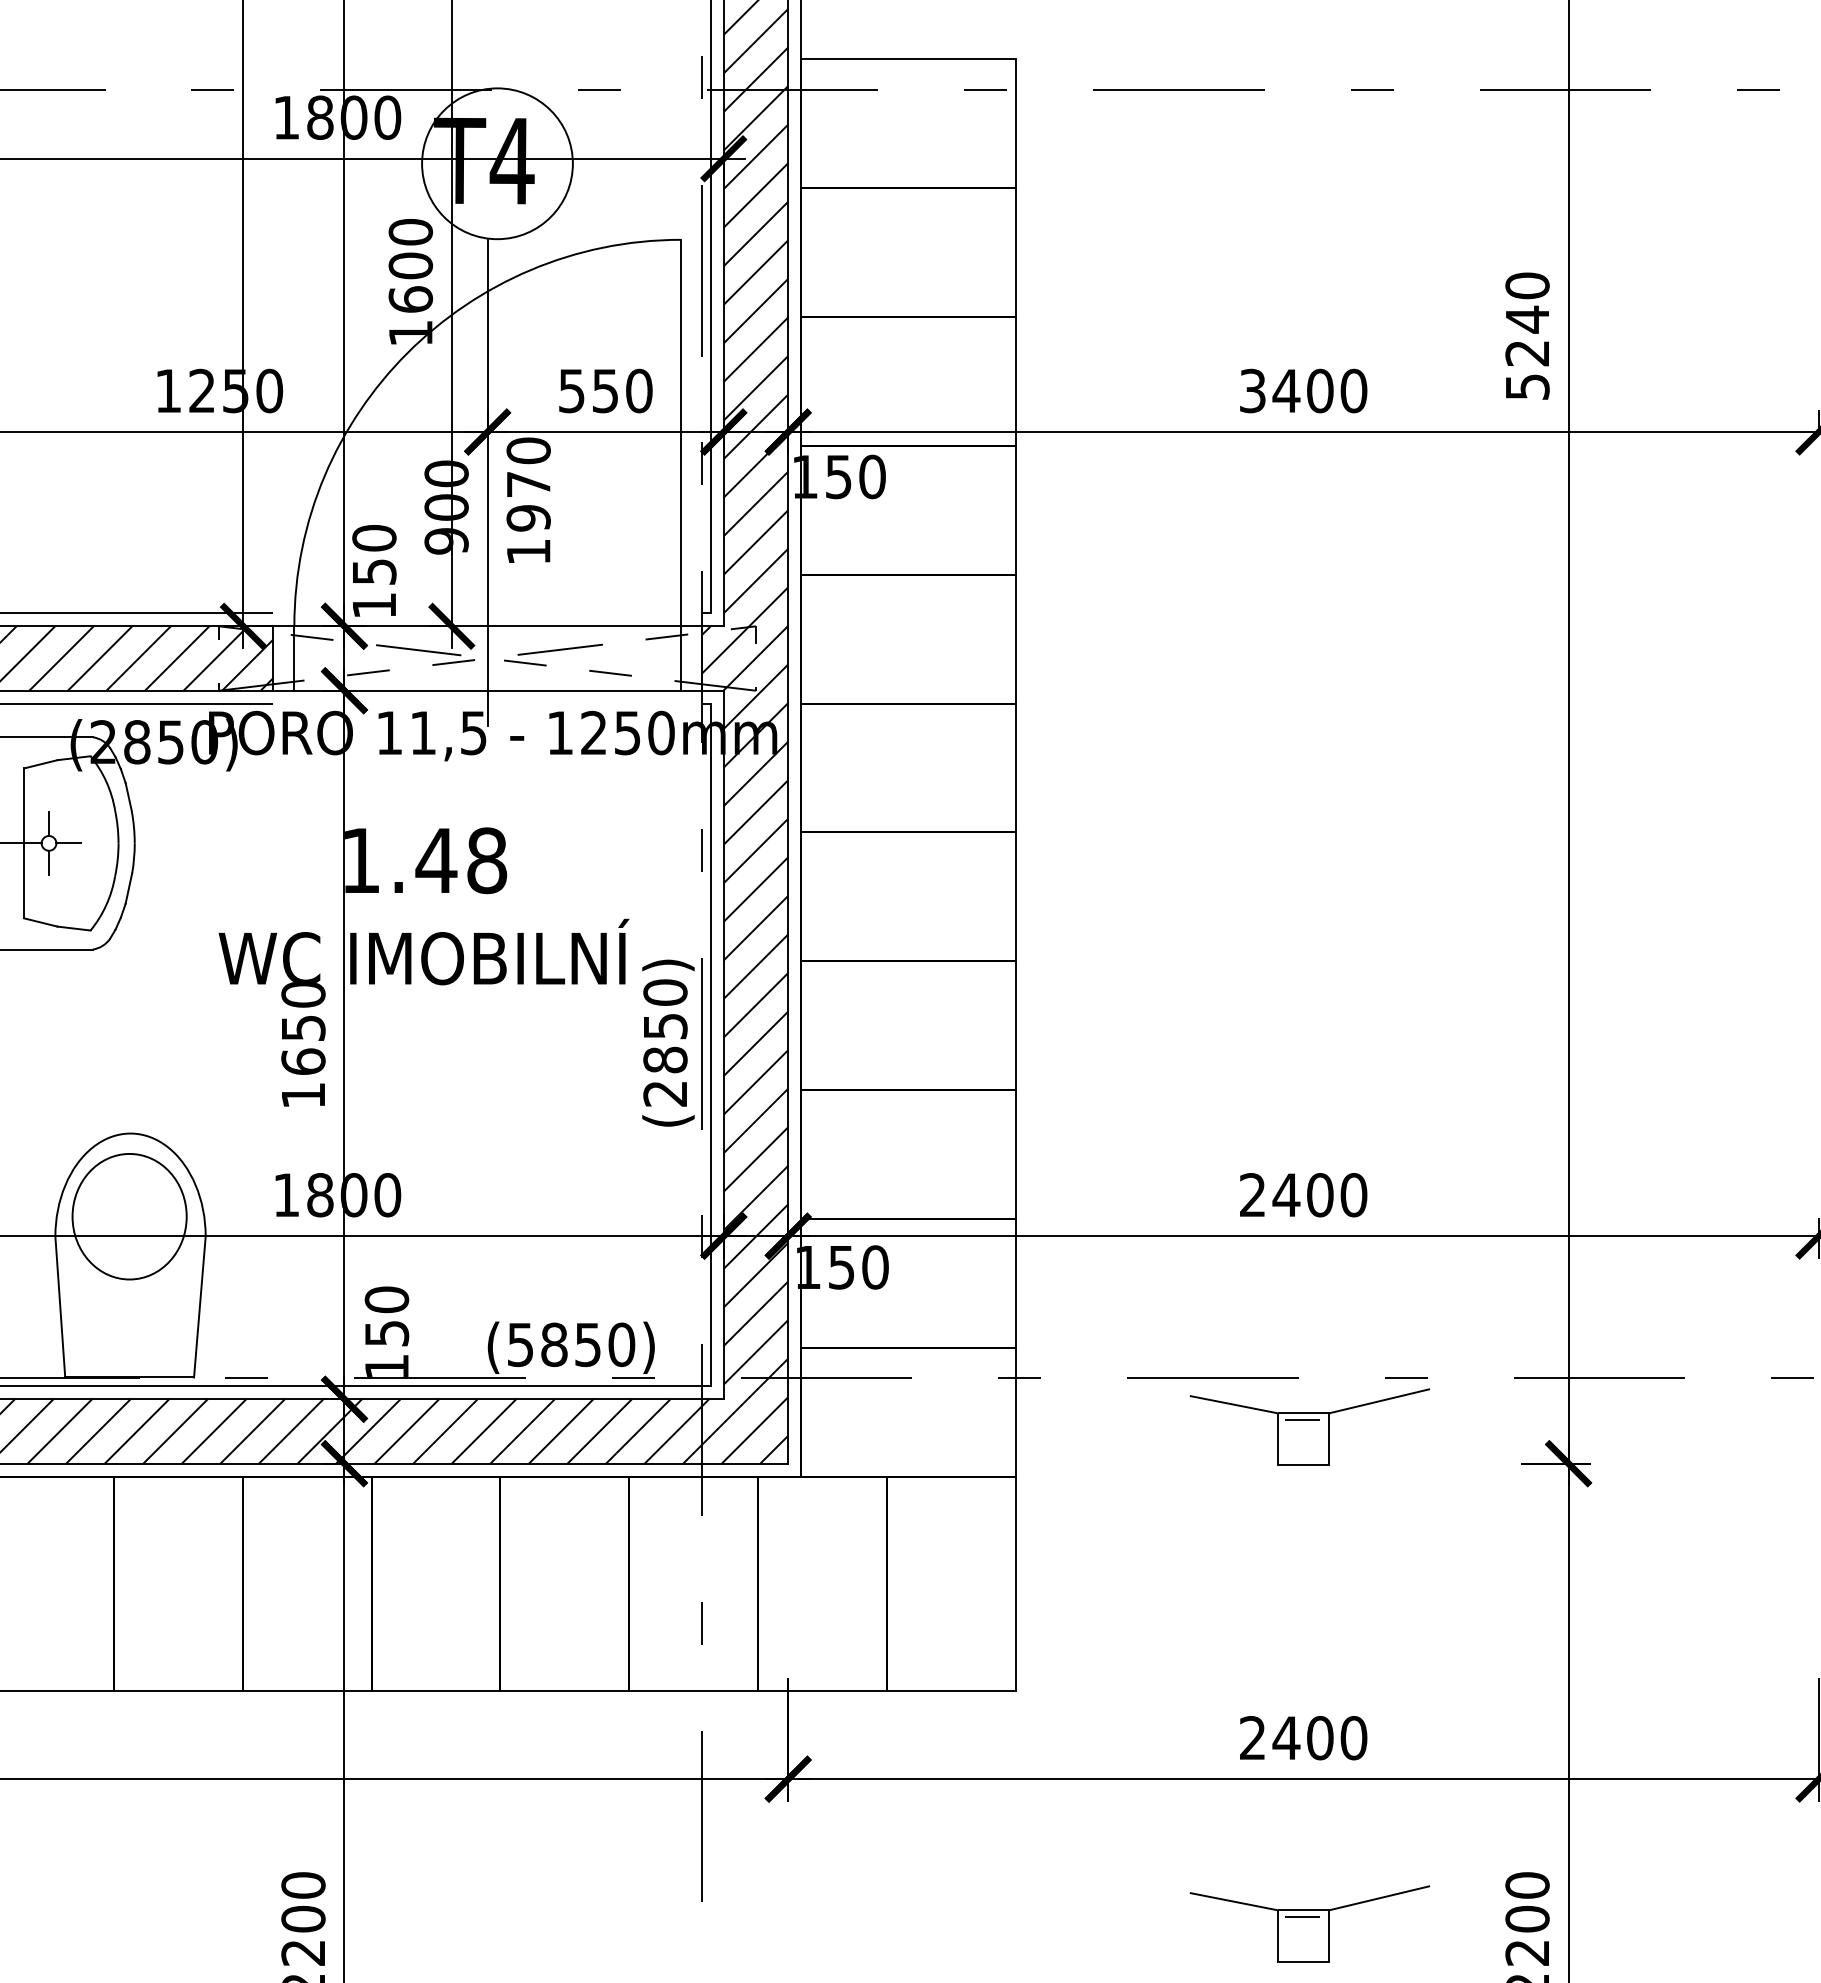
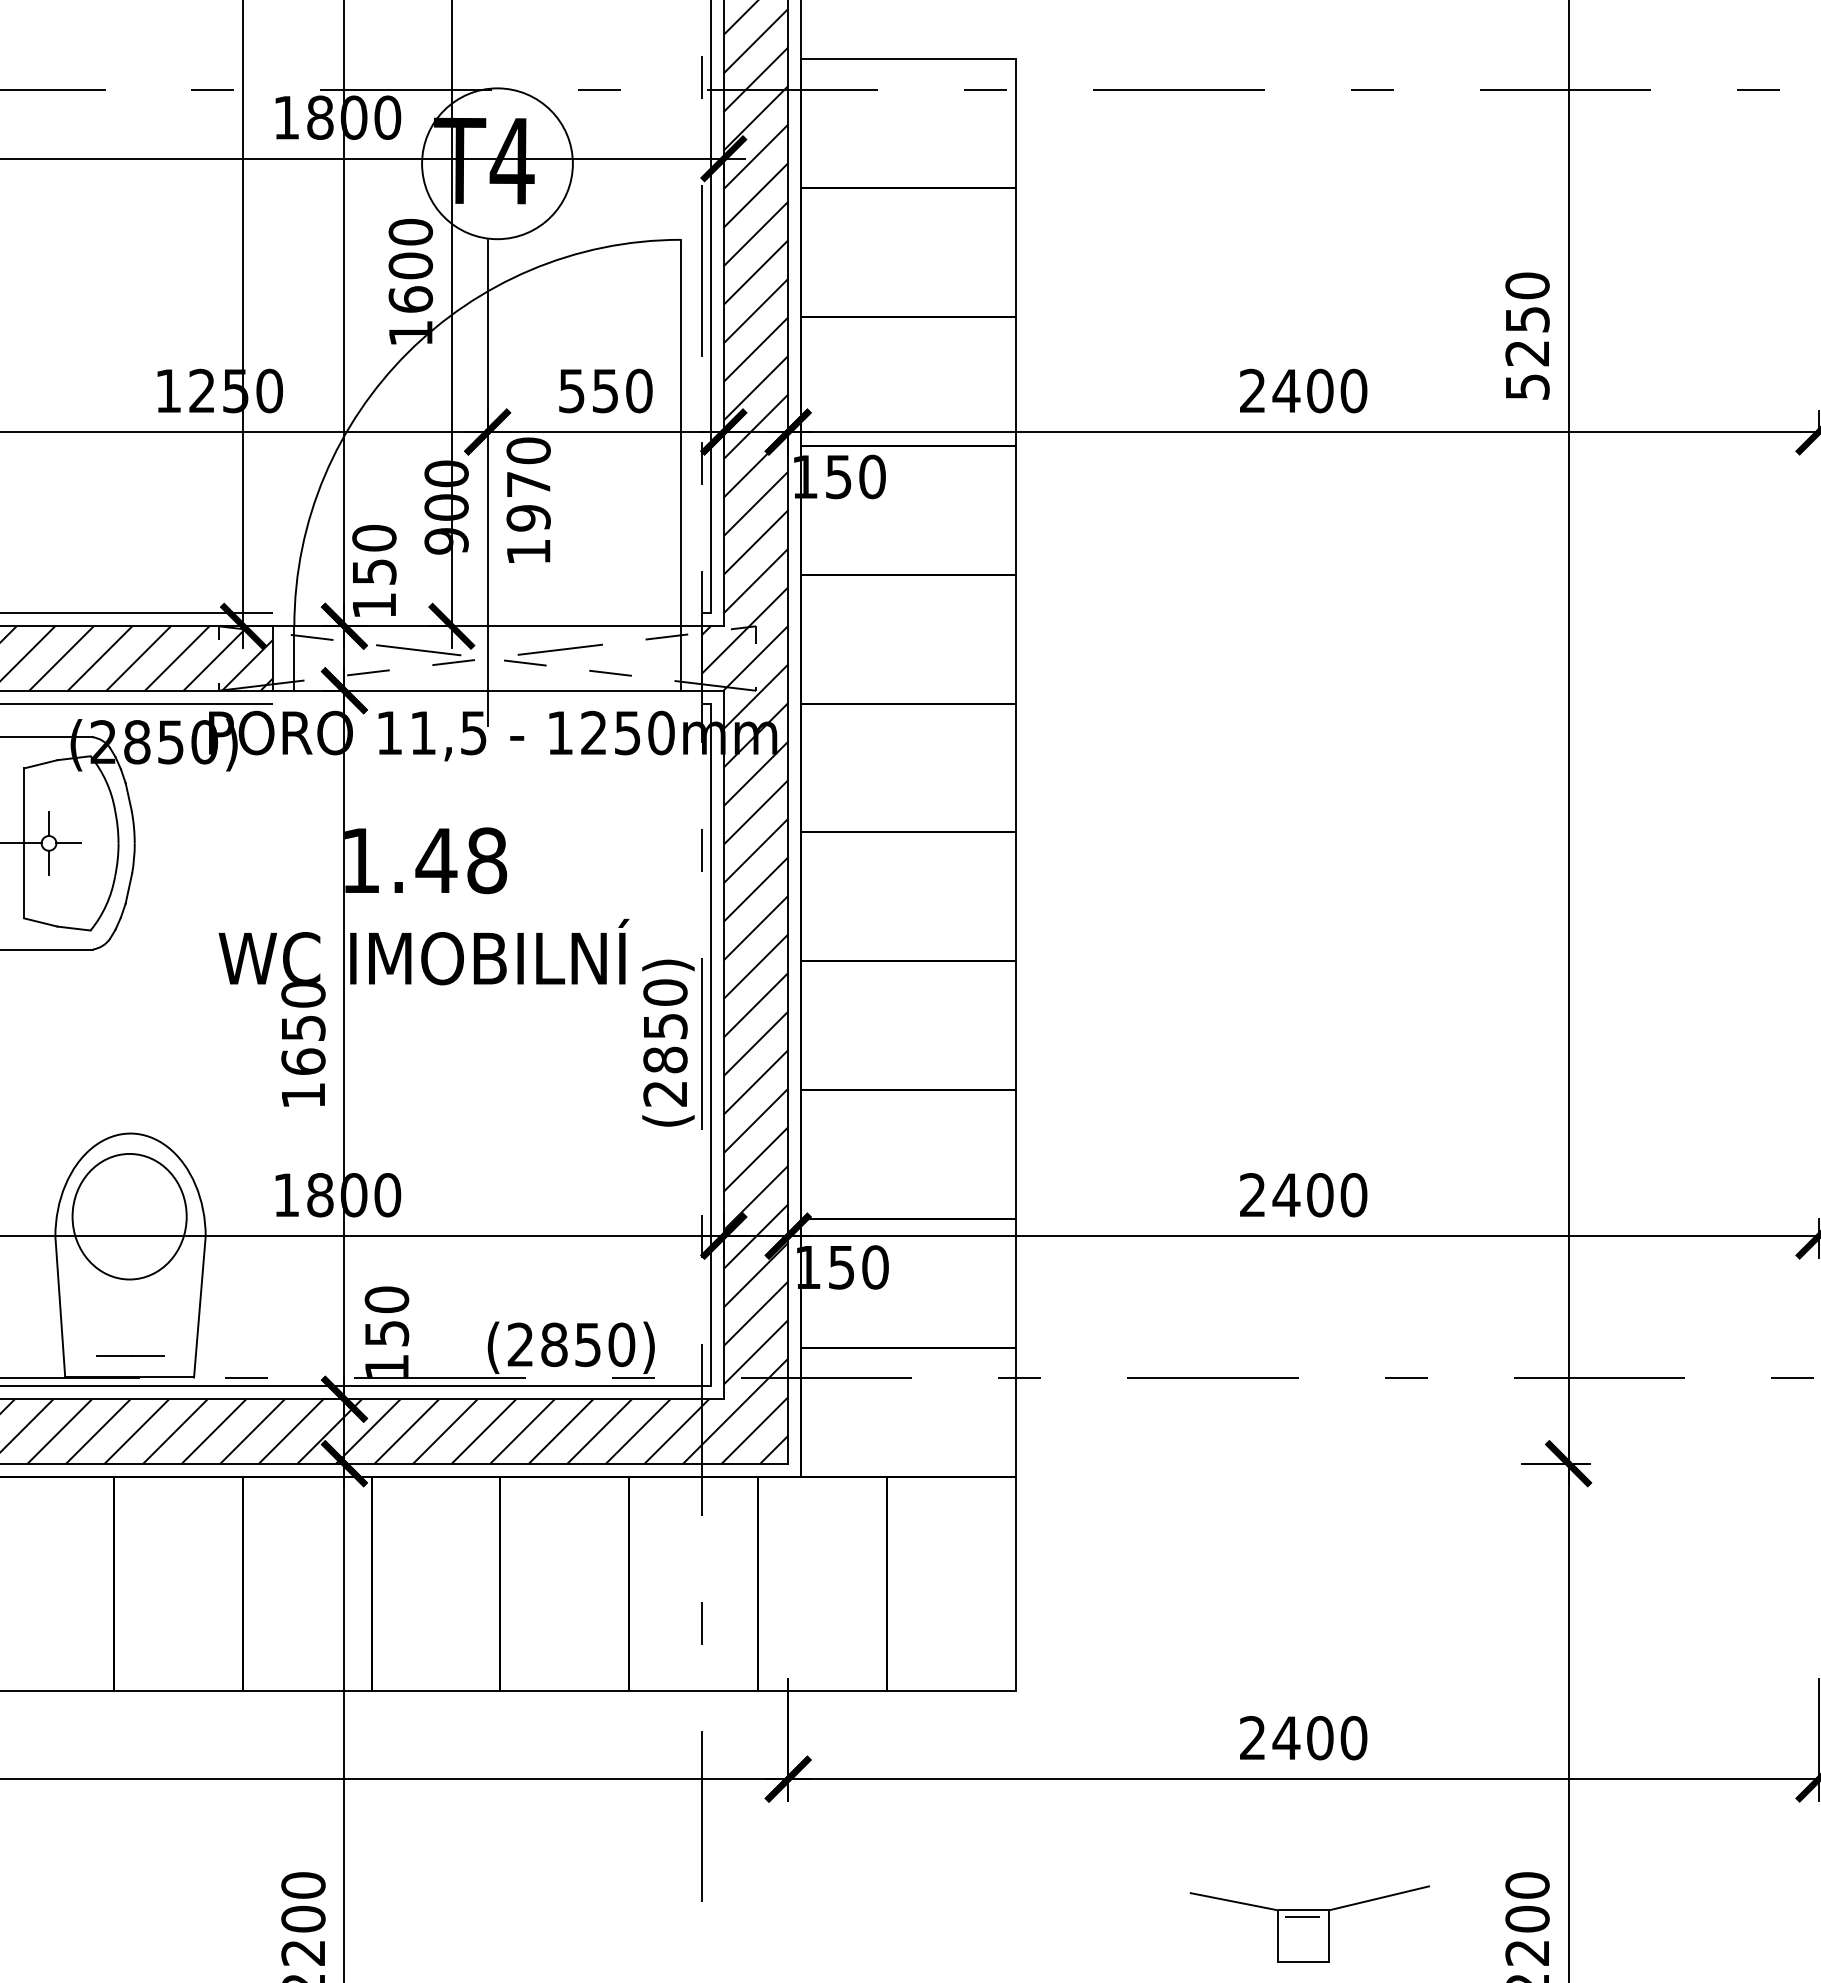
text at (1527, 319): 5240 -> 5250
text at (1252, 391): 3400 -> 2400
text at (519, 1344): (5850) -> (2850)
line at (130, 1355): none -> present
part at (1309, 1426): present -> none
